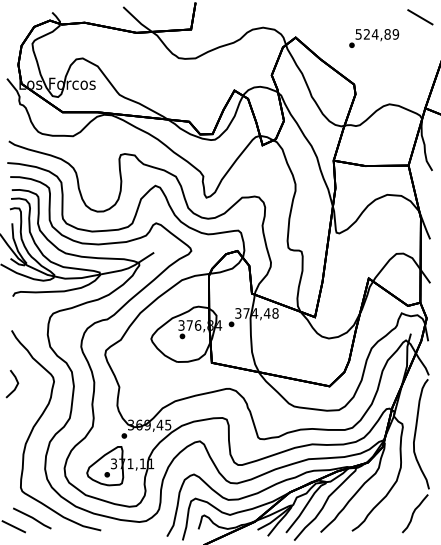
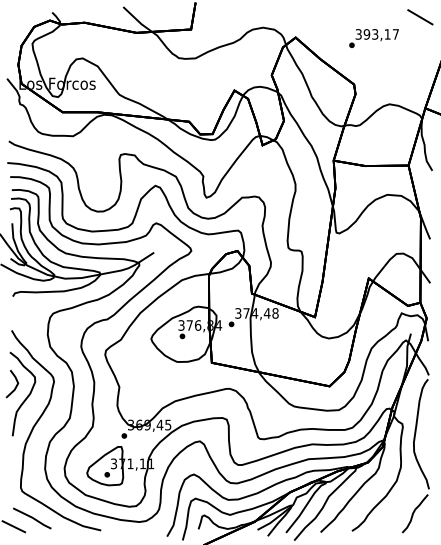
text at (377, 34): 524,89 -> 393,17
curve at (26, 396): none -> present
